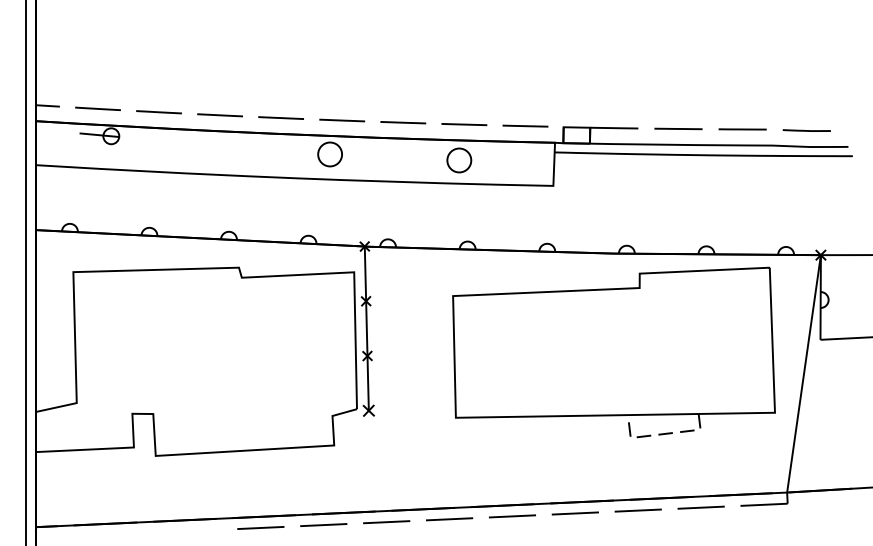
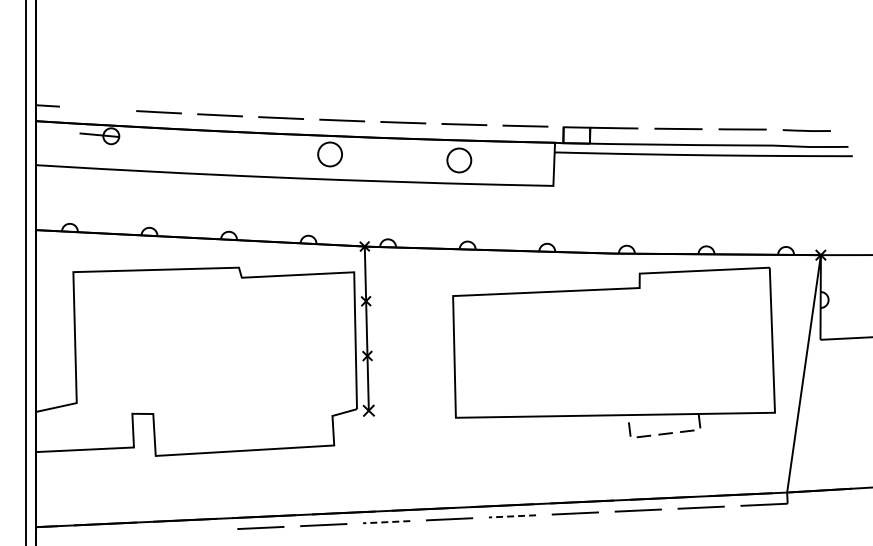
line at (97, 108): present -> none
line at (512, 516): solid -> dashed
line at (386, 522): solid -> dashed
